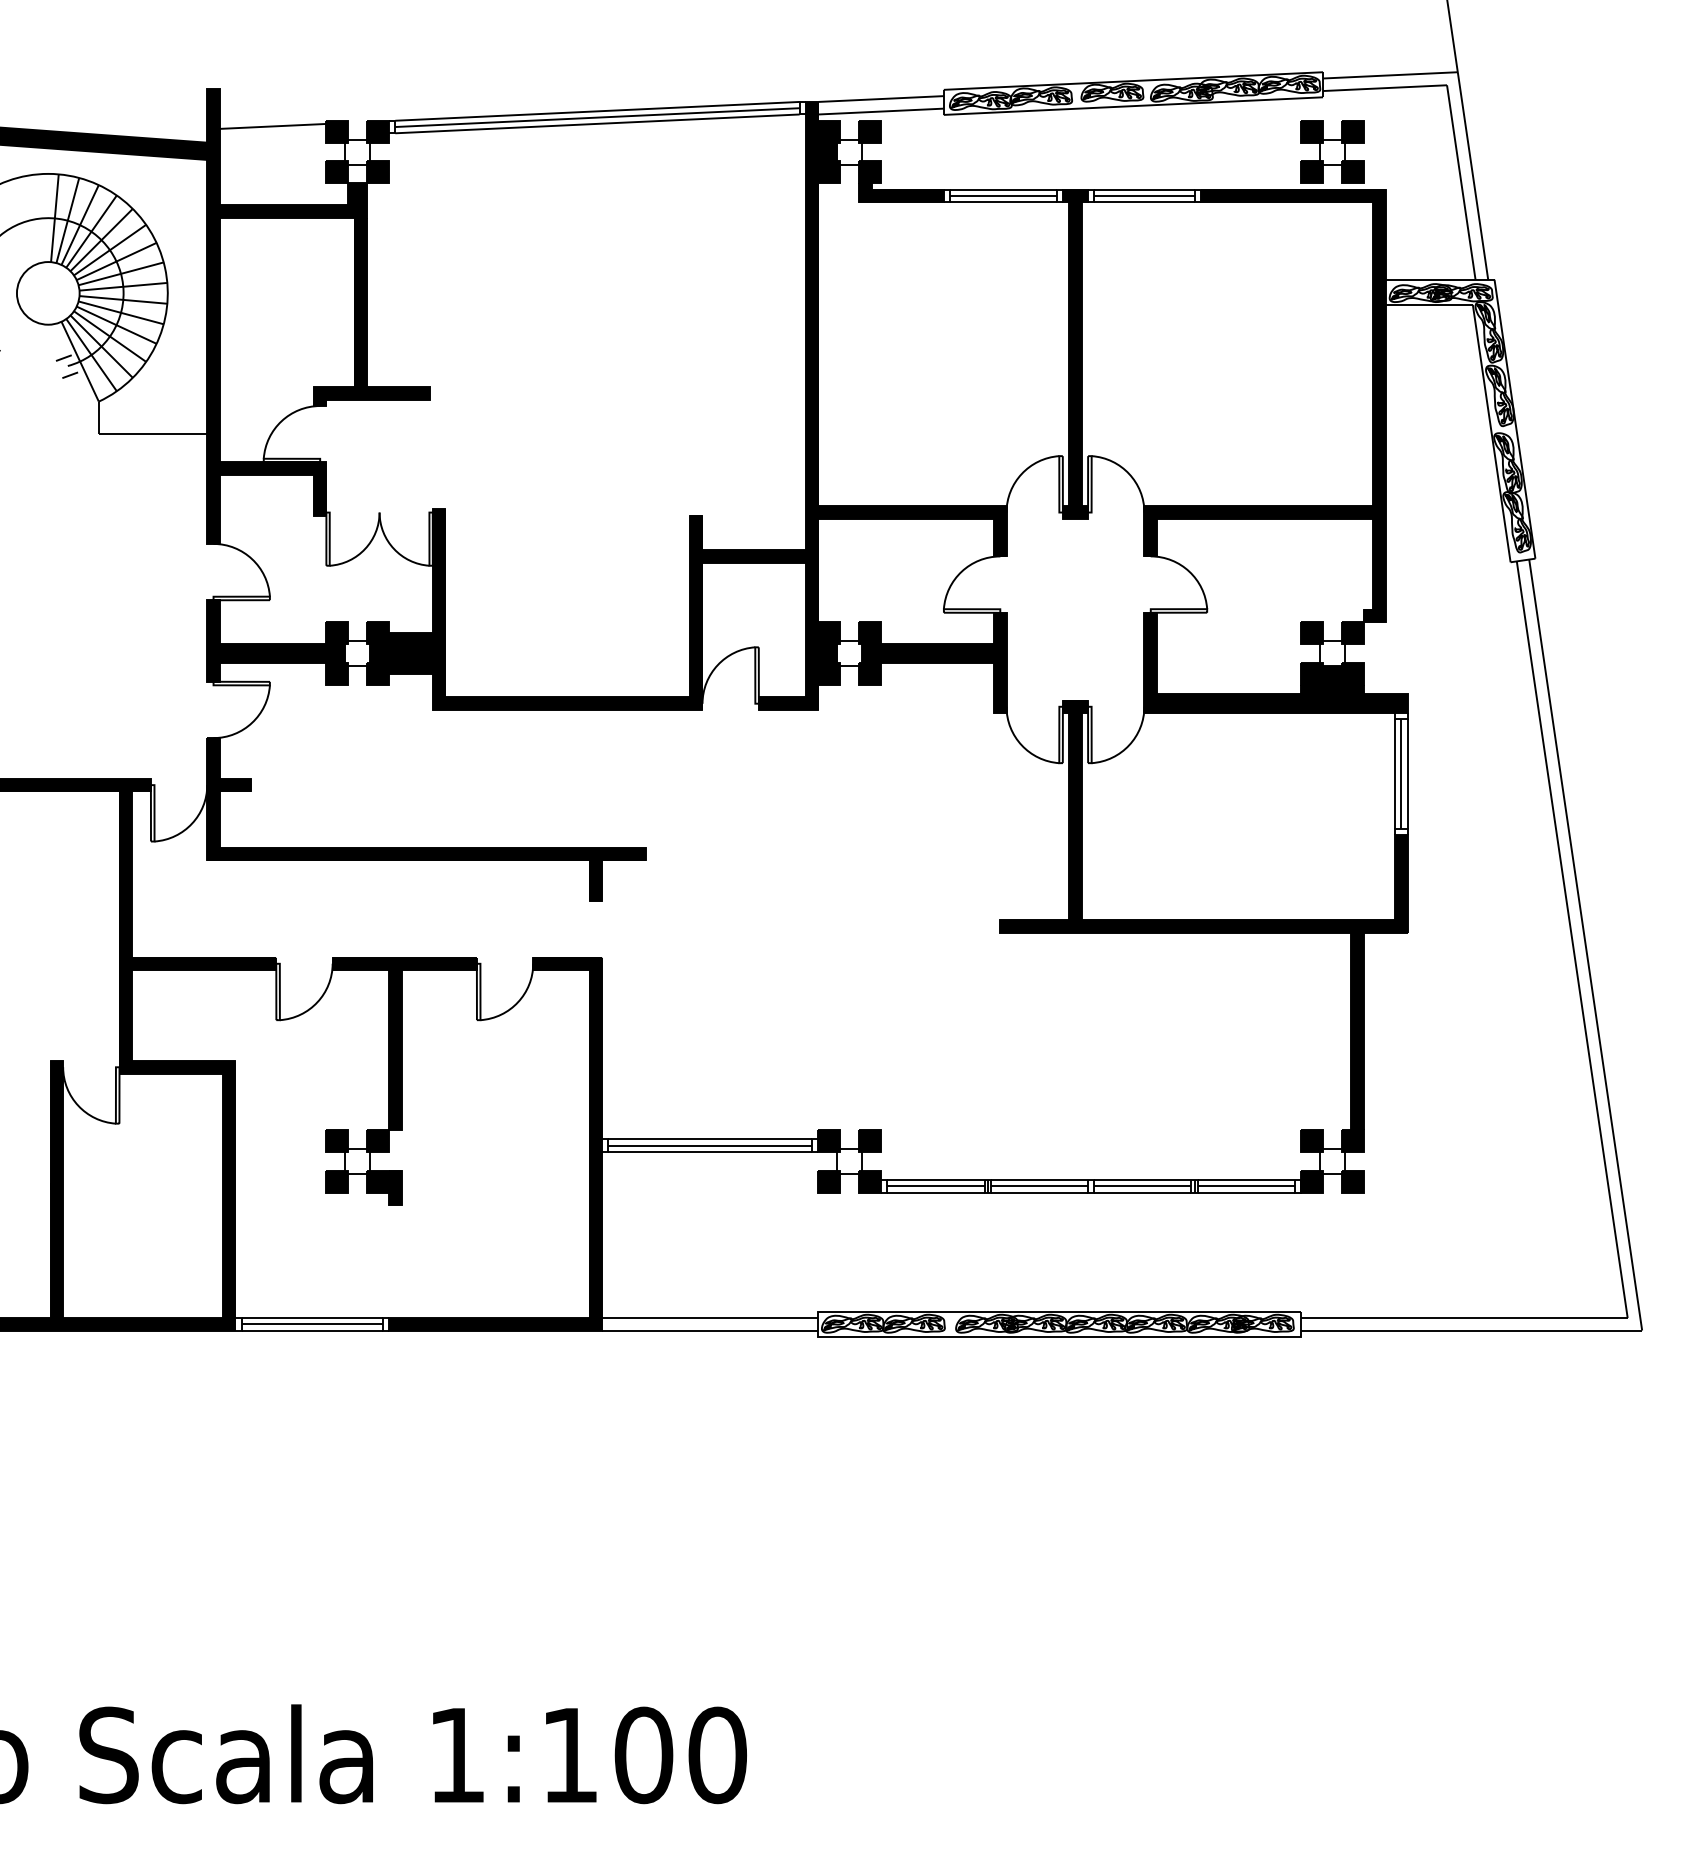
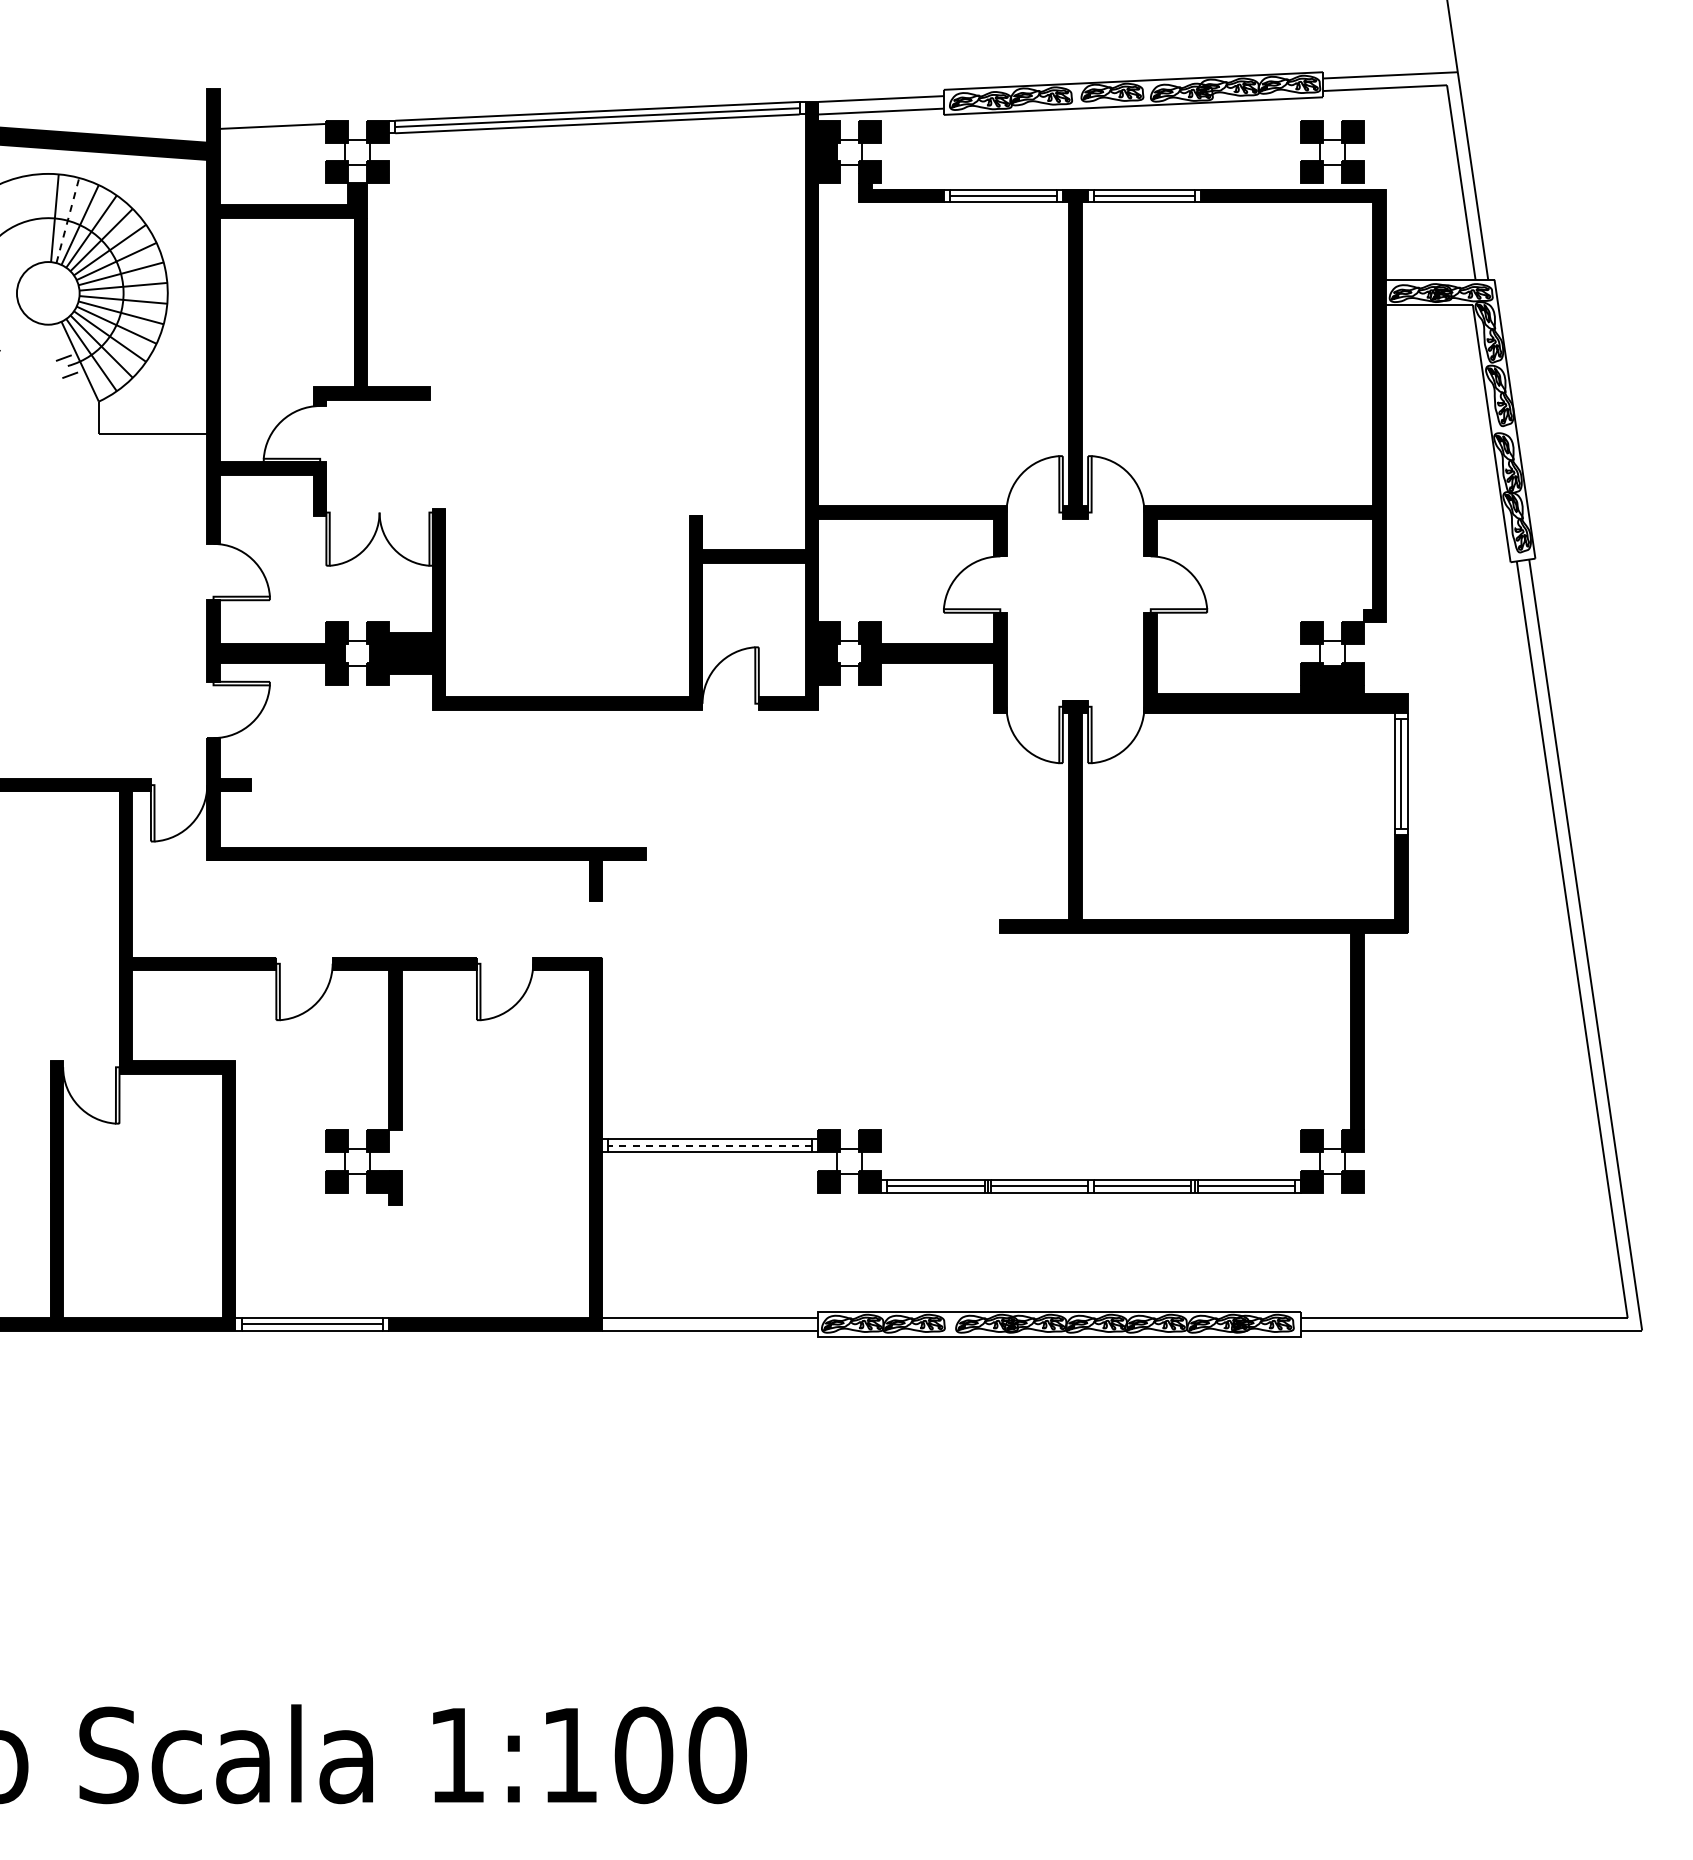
line at (67, 220): solid -> dashed
line at (710, 1145): solid -> dashed
